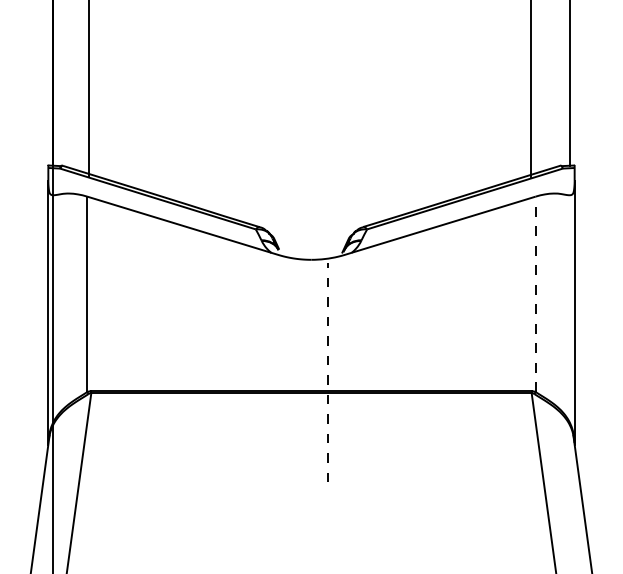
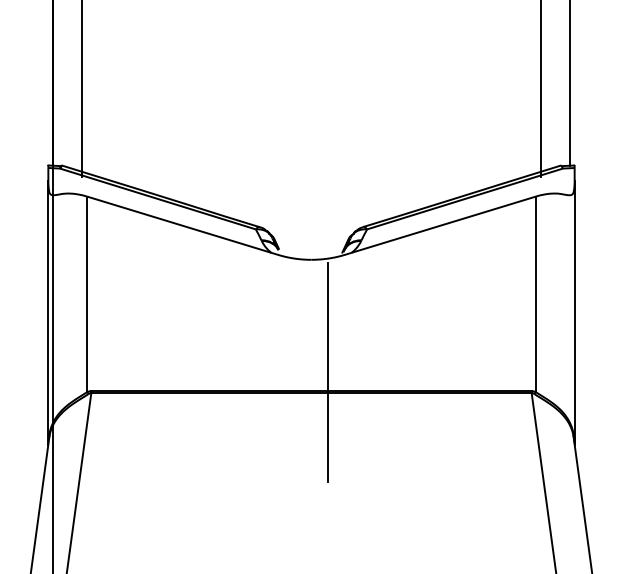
line at (89, 89) position: (89, 89) -> (82, 89)
line at (530, 89) position: (530, 89) -> (540, 89)
line at (535, 294): dashed -> solid
line at (328, 372): dashed -> solid
